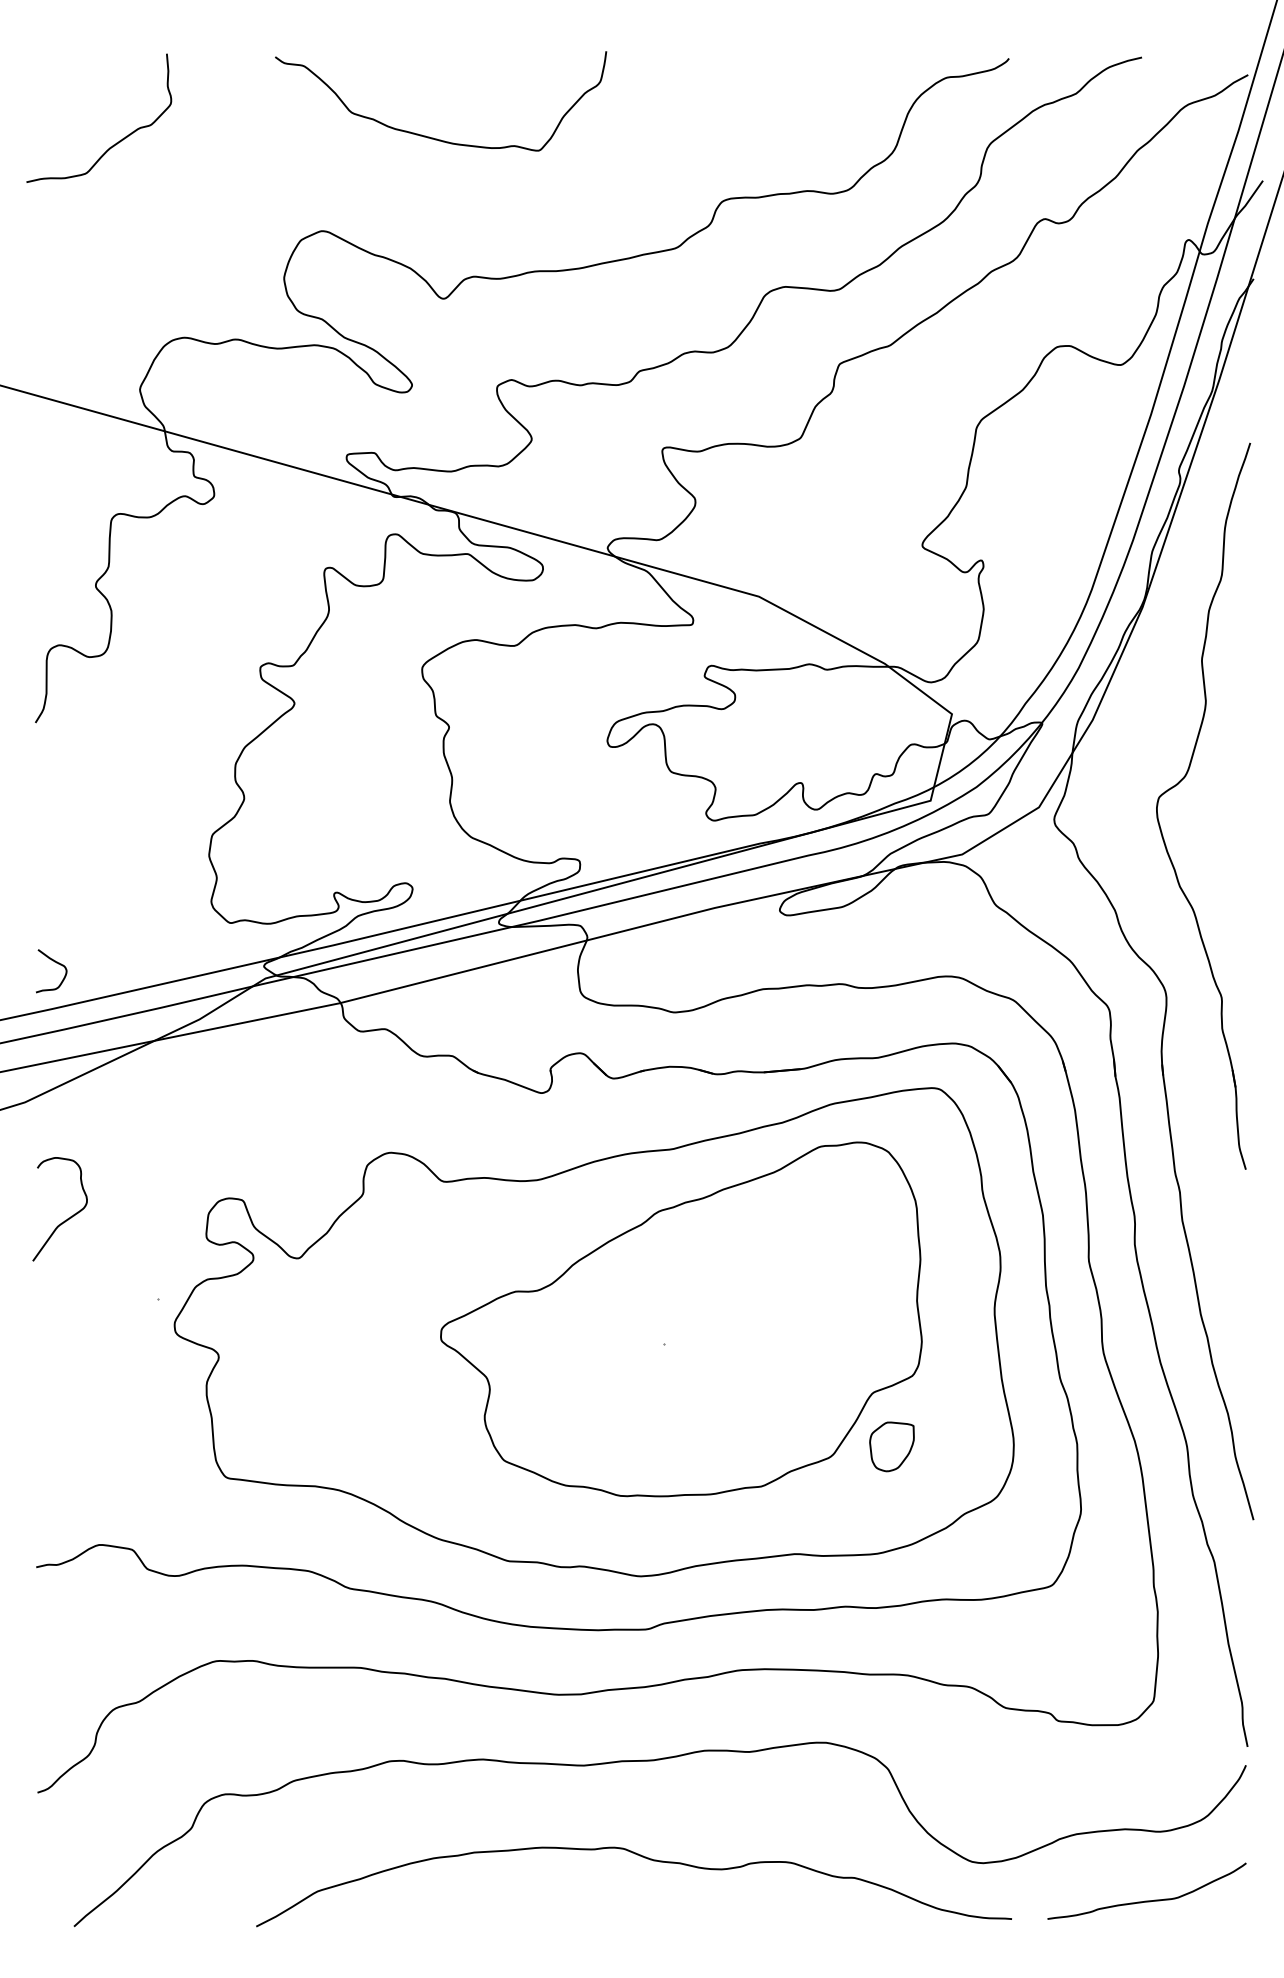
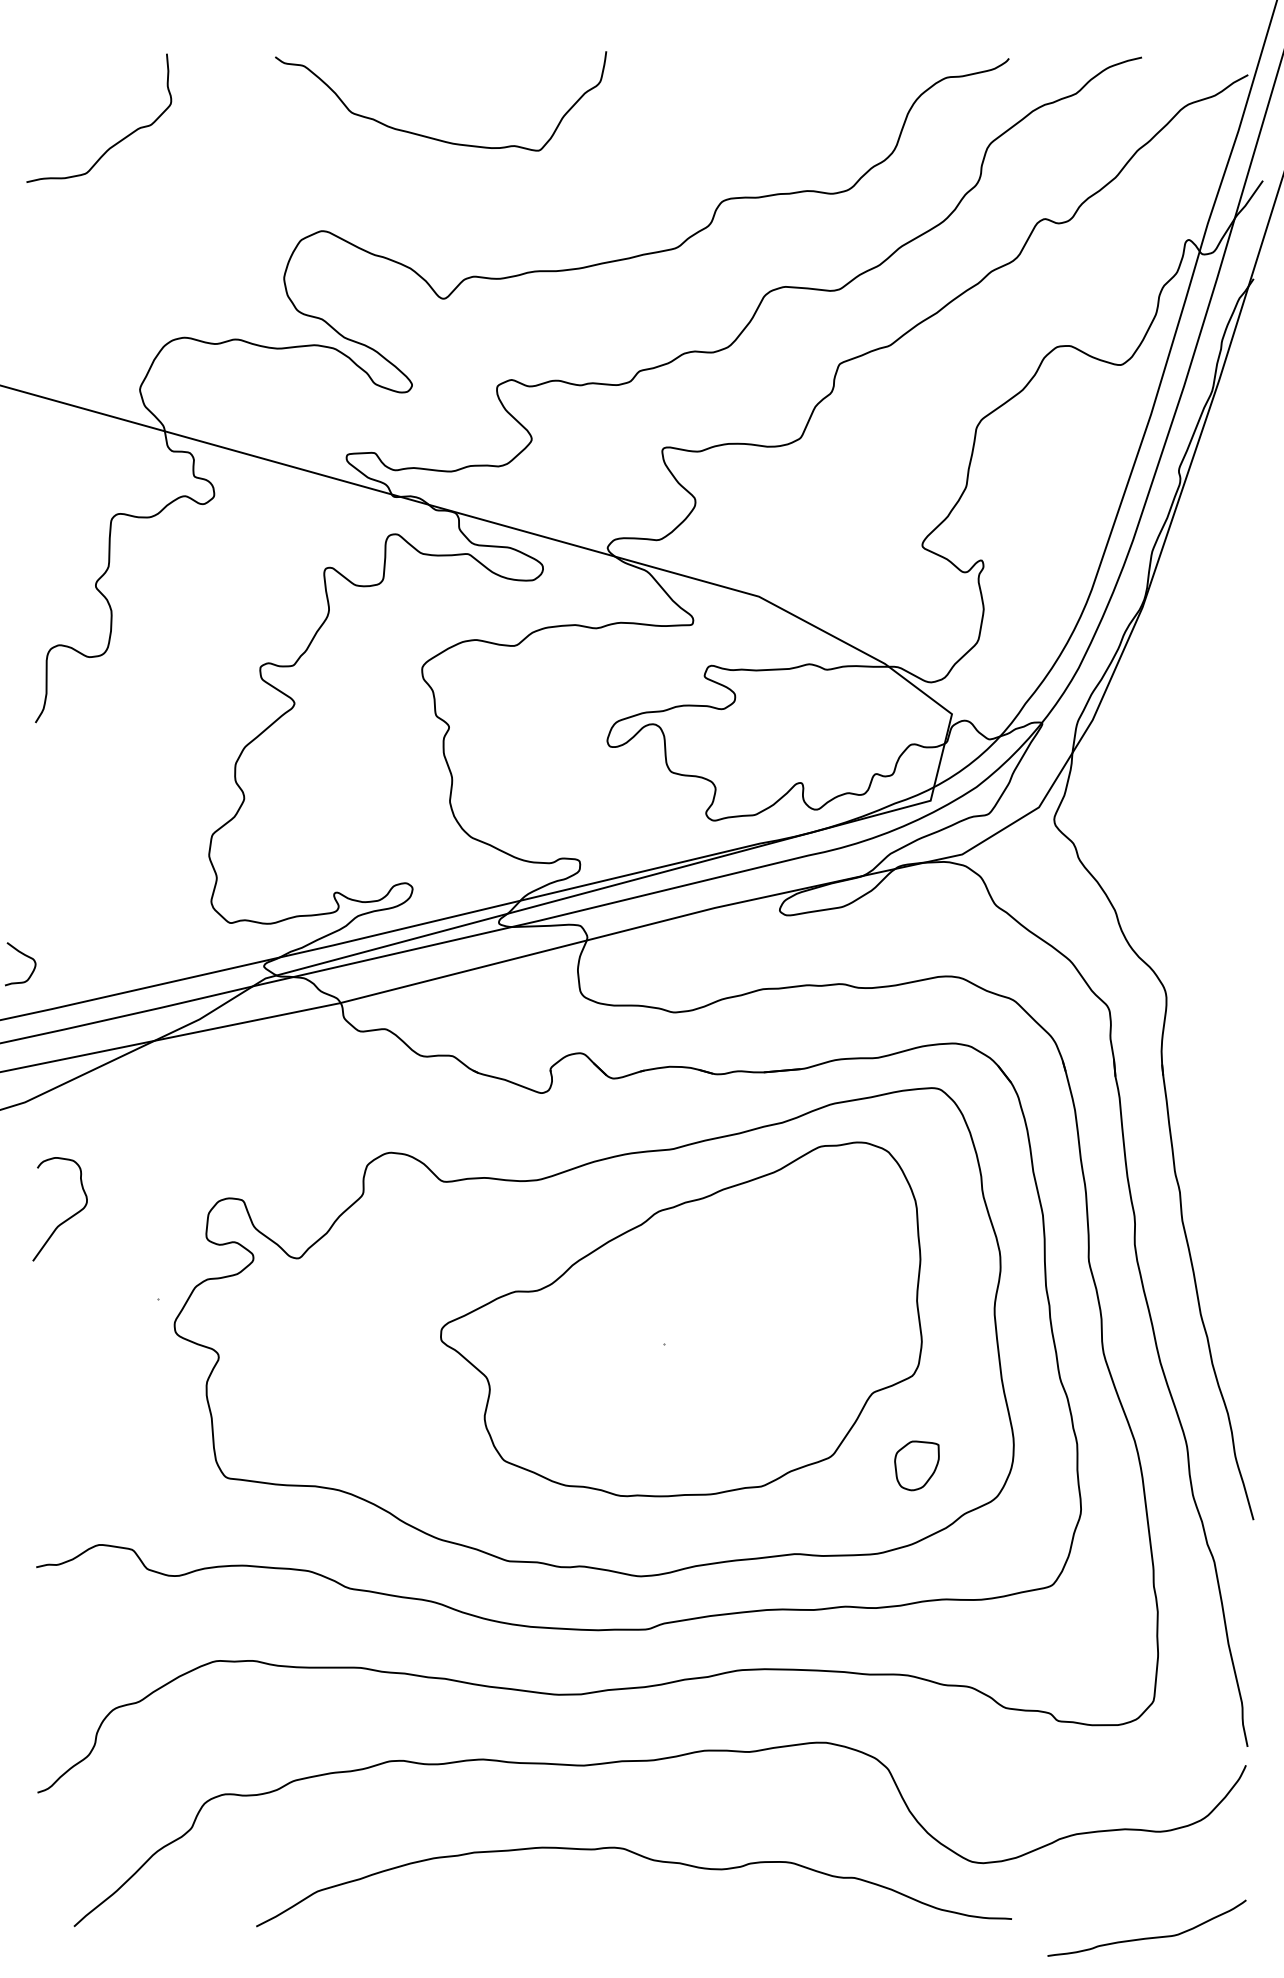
part at (1180, 782): present -> none
curve at (56, 963) position: (56, 963) -> (25, 956)
part at (891, 1446) position: (891, 1446) -> (916, 1465)
curve at (1146, 1900) position: (1146, 1900) -> (1146, 1937)
